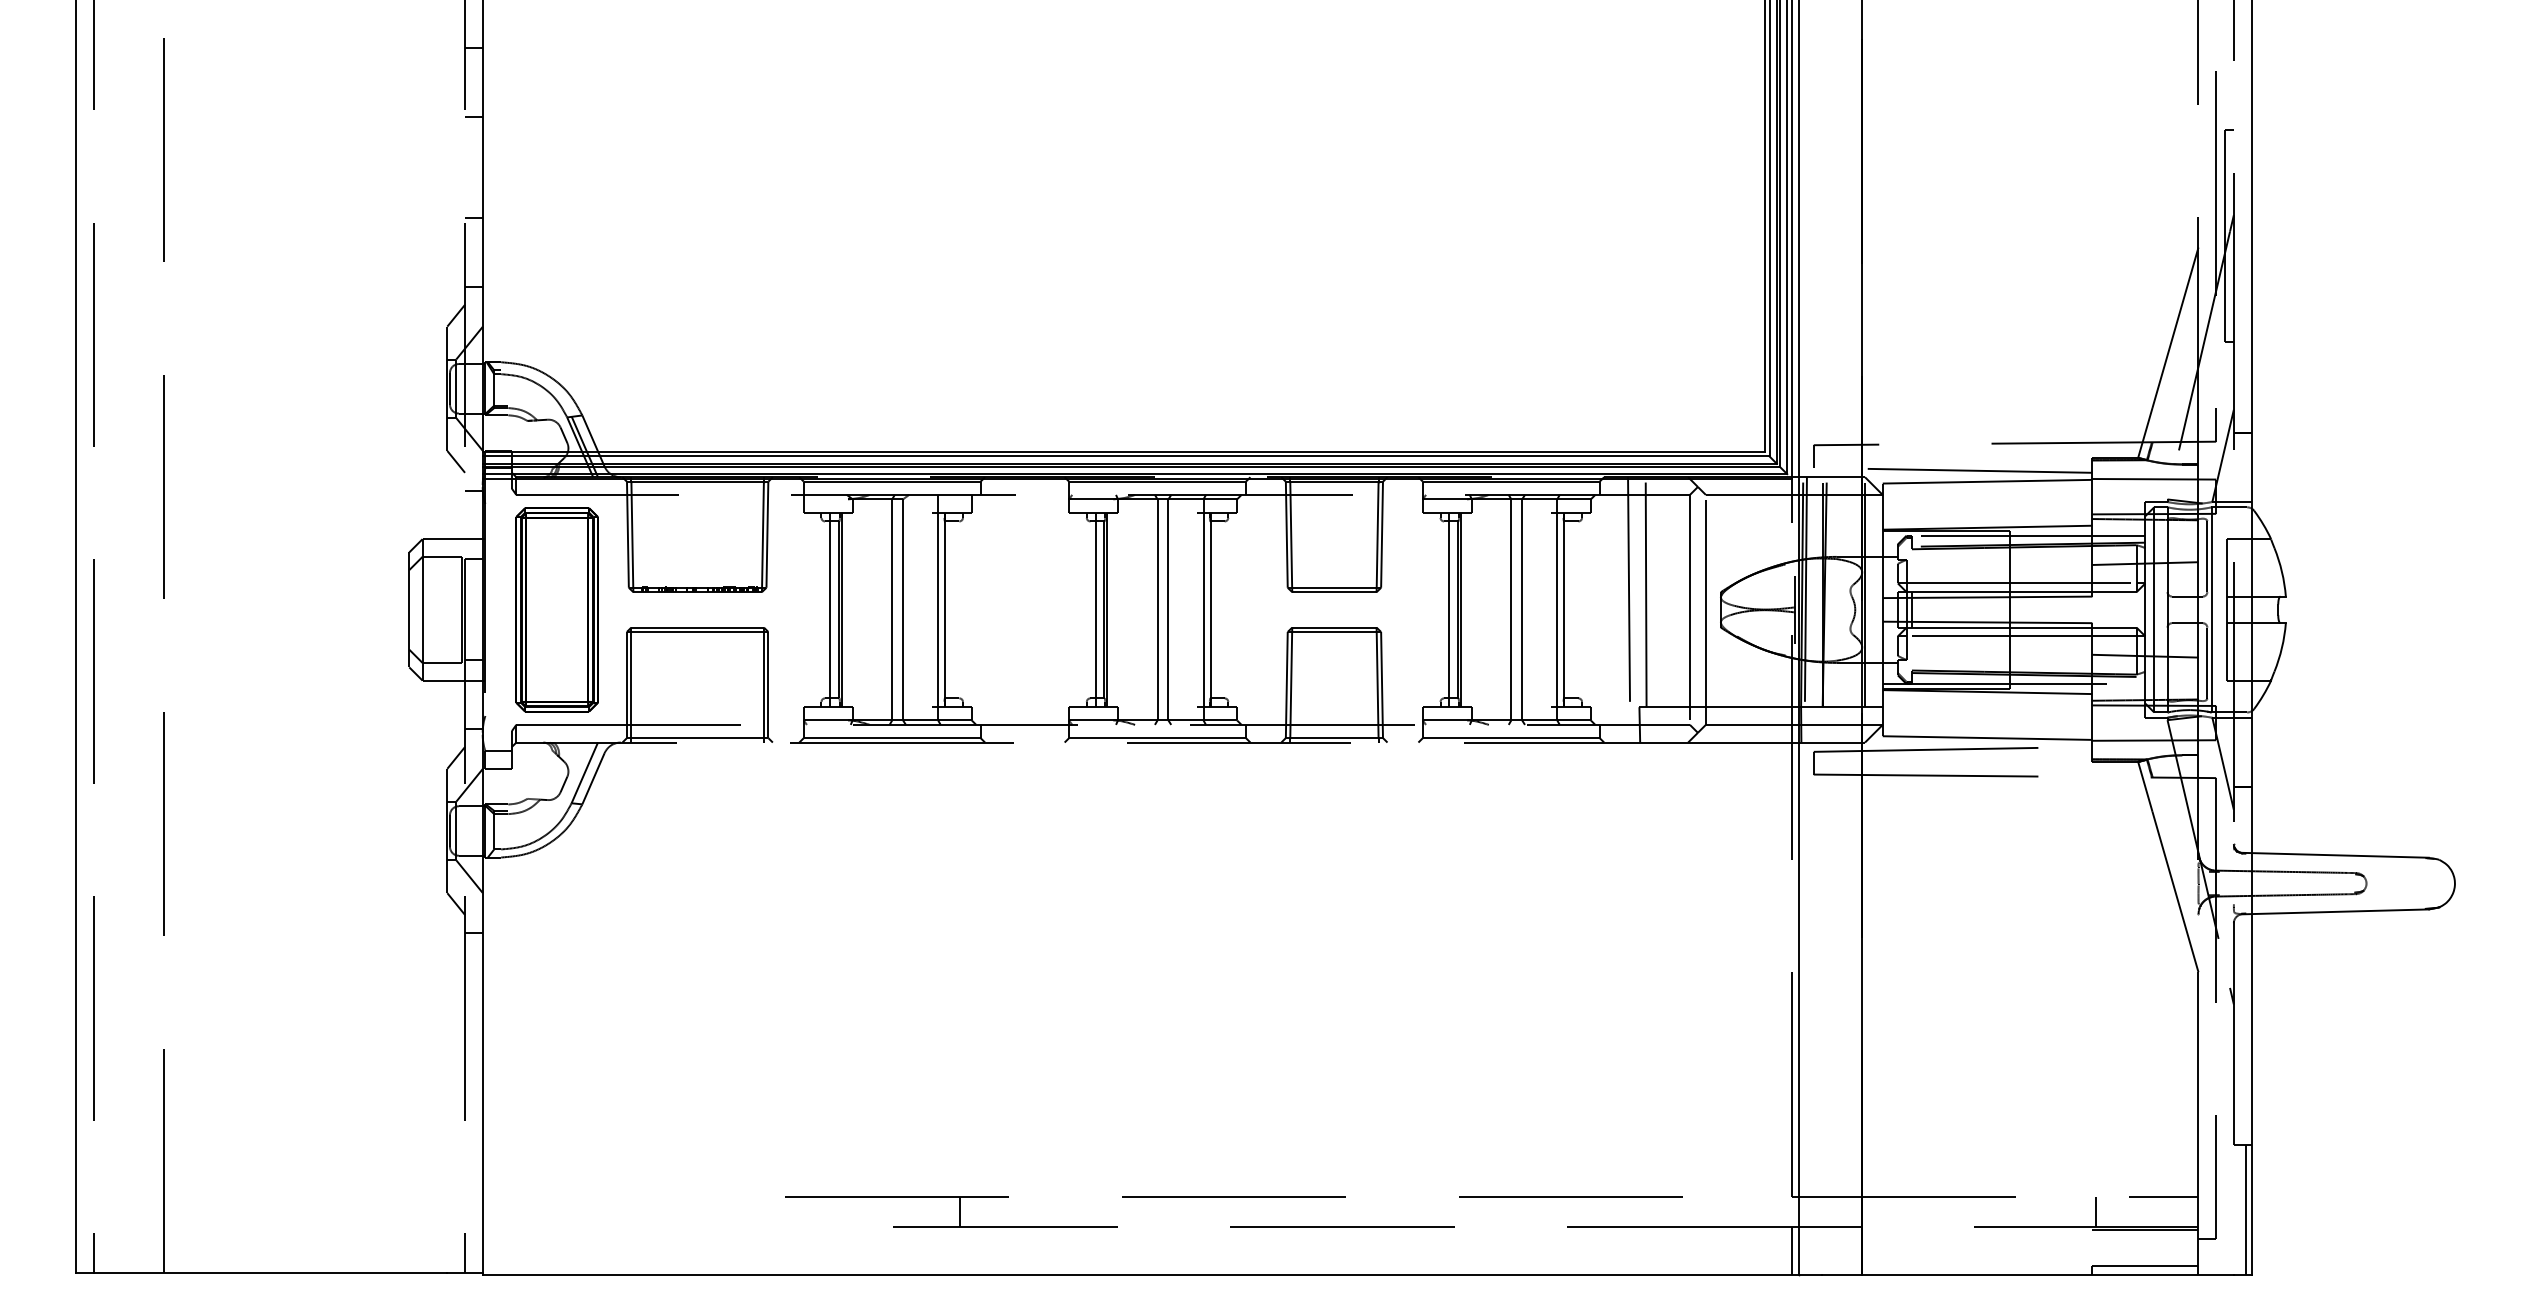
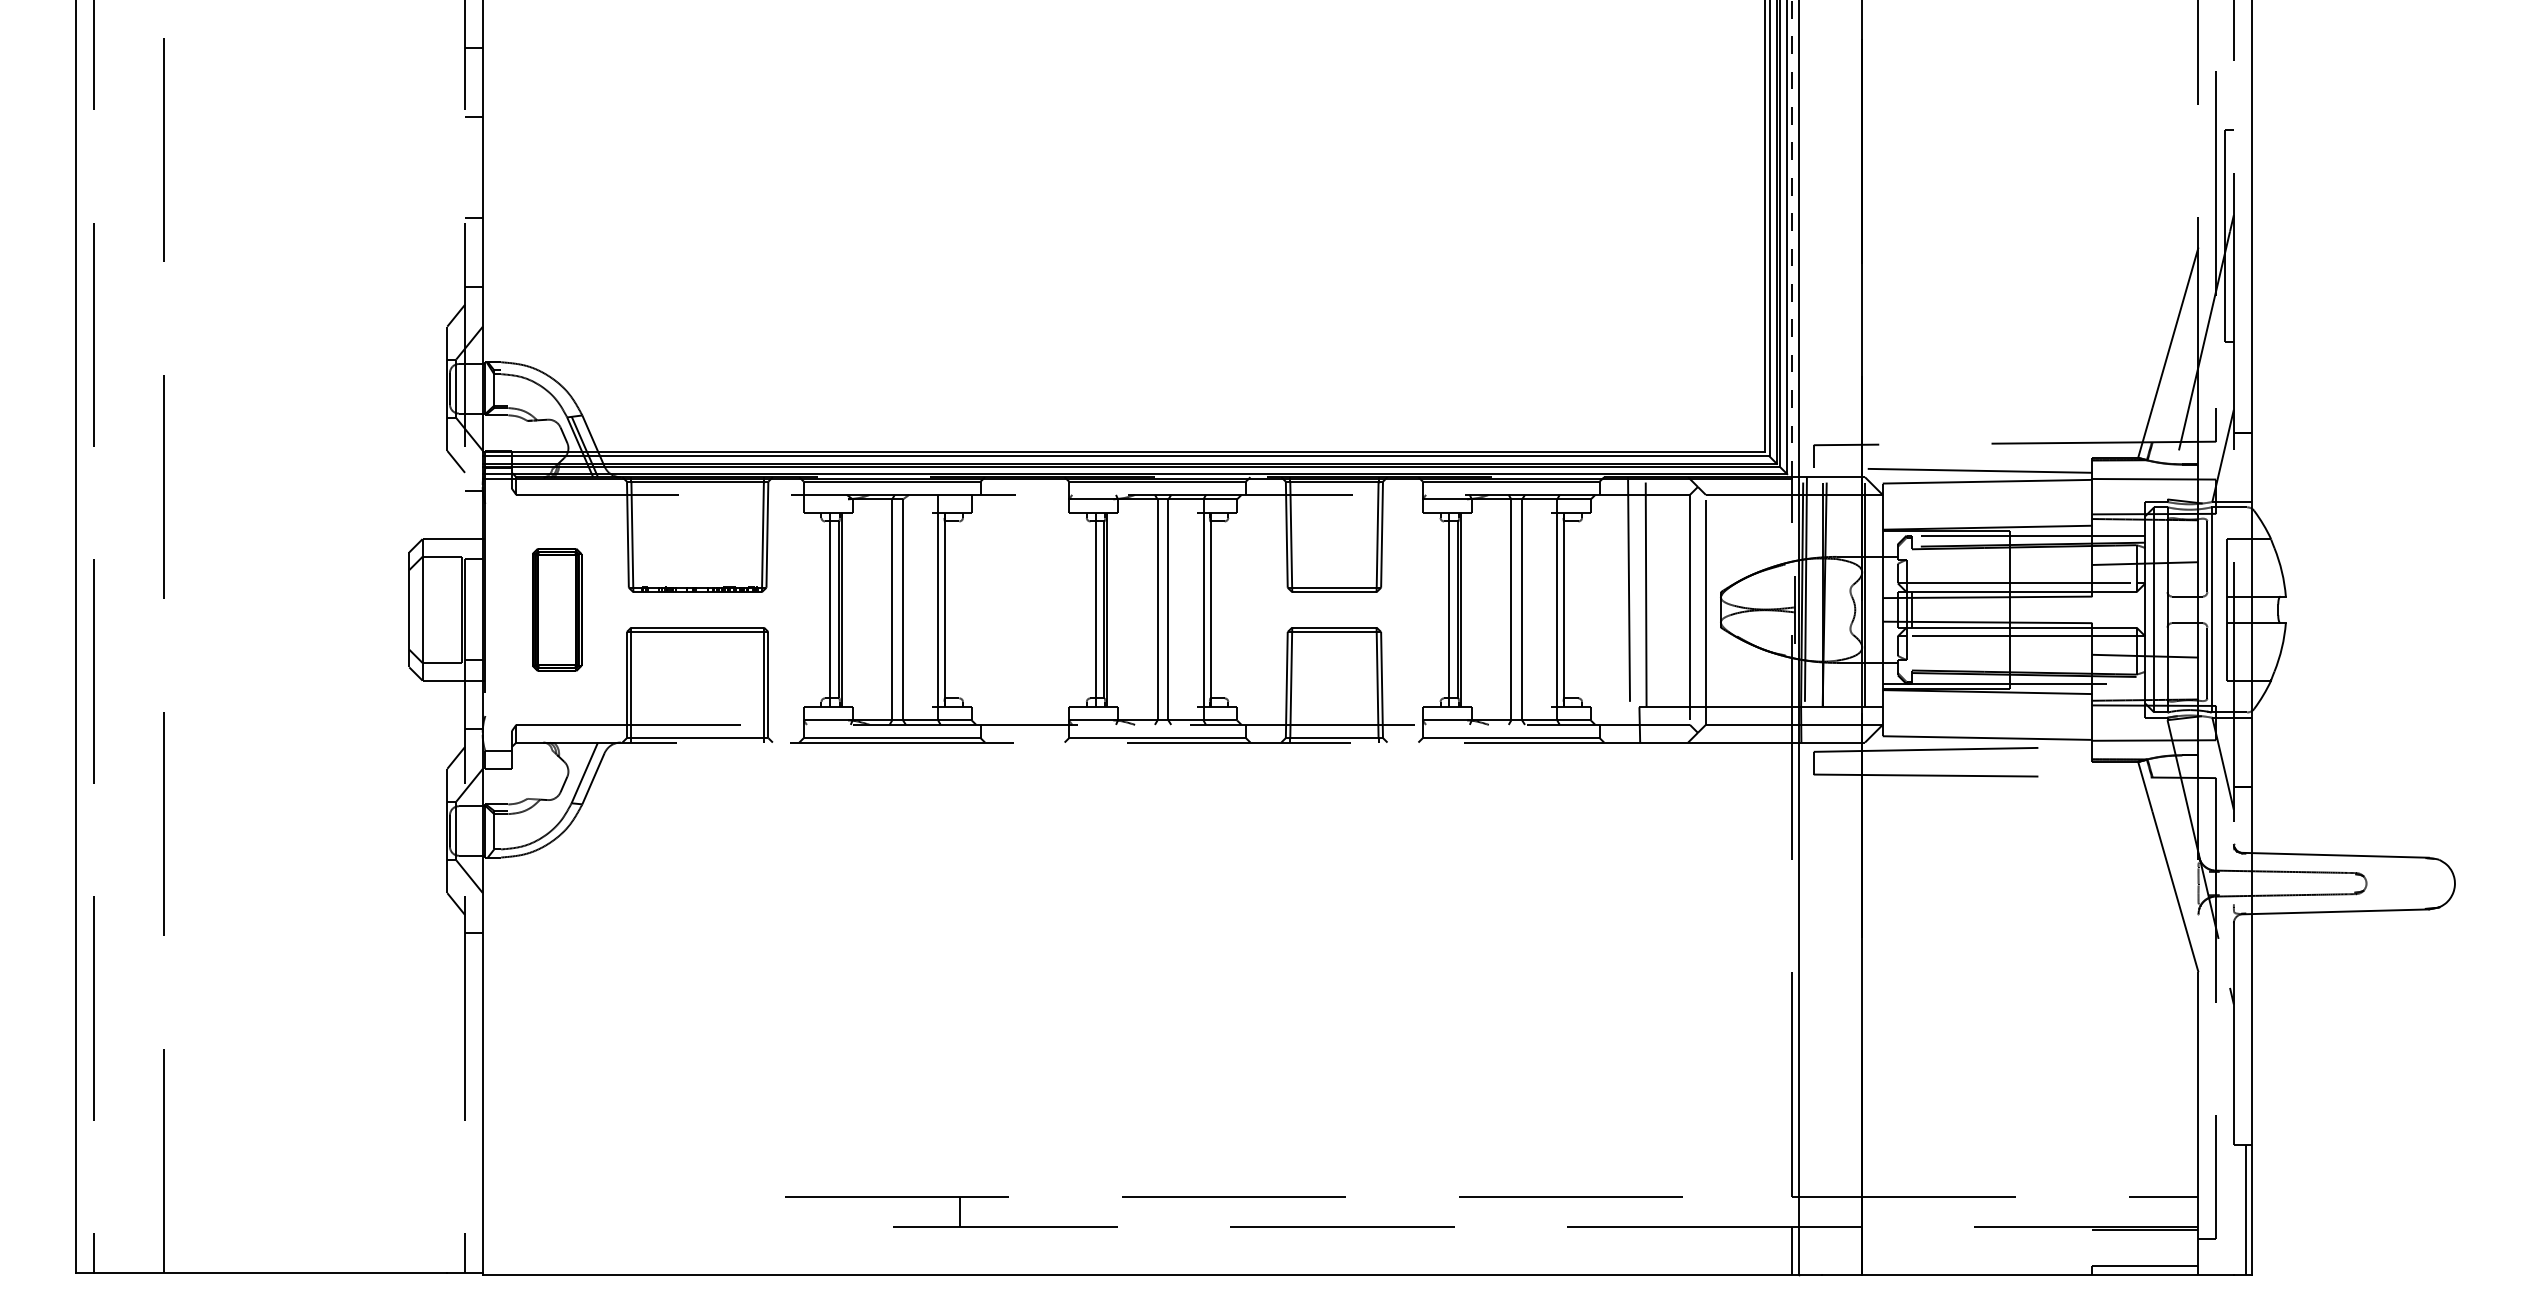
line at (1791, 239): solid -> dashed
part at (556, 609) size: 84x206 px -> 51x124 px
line at (2095, 1211): present -> none
